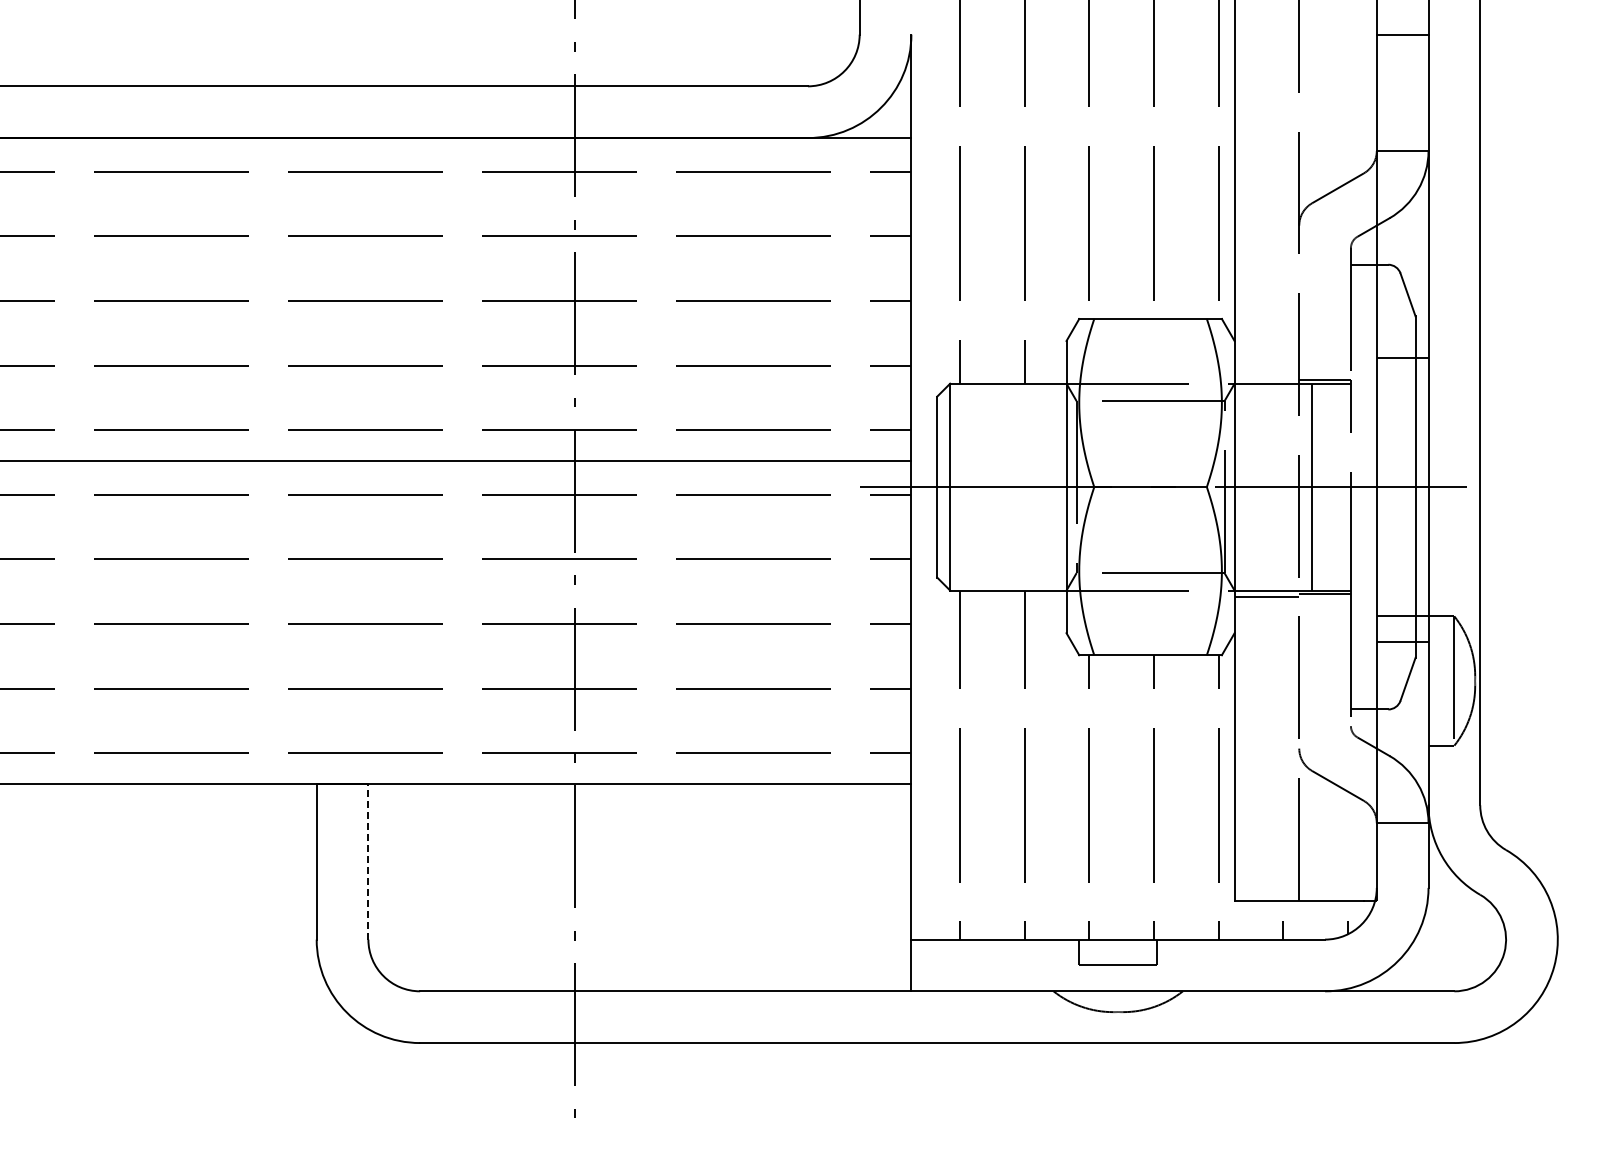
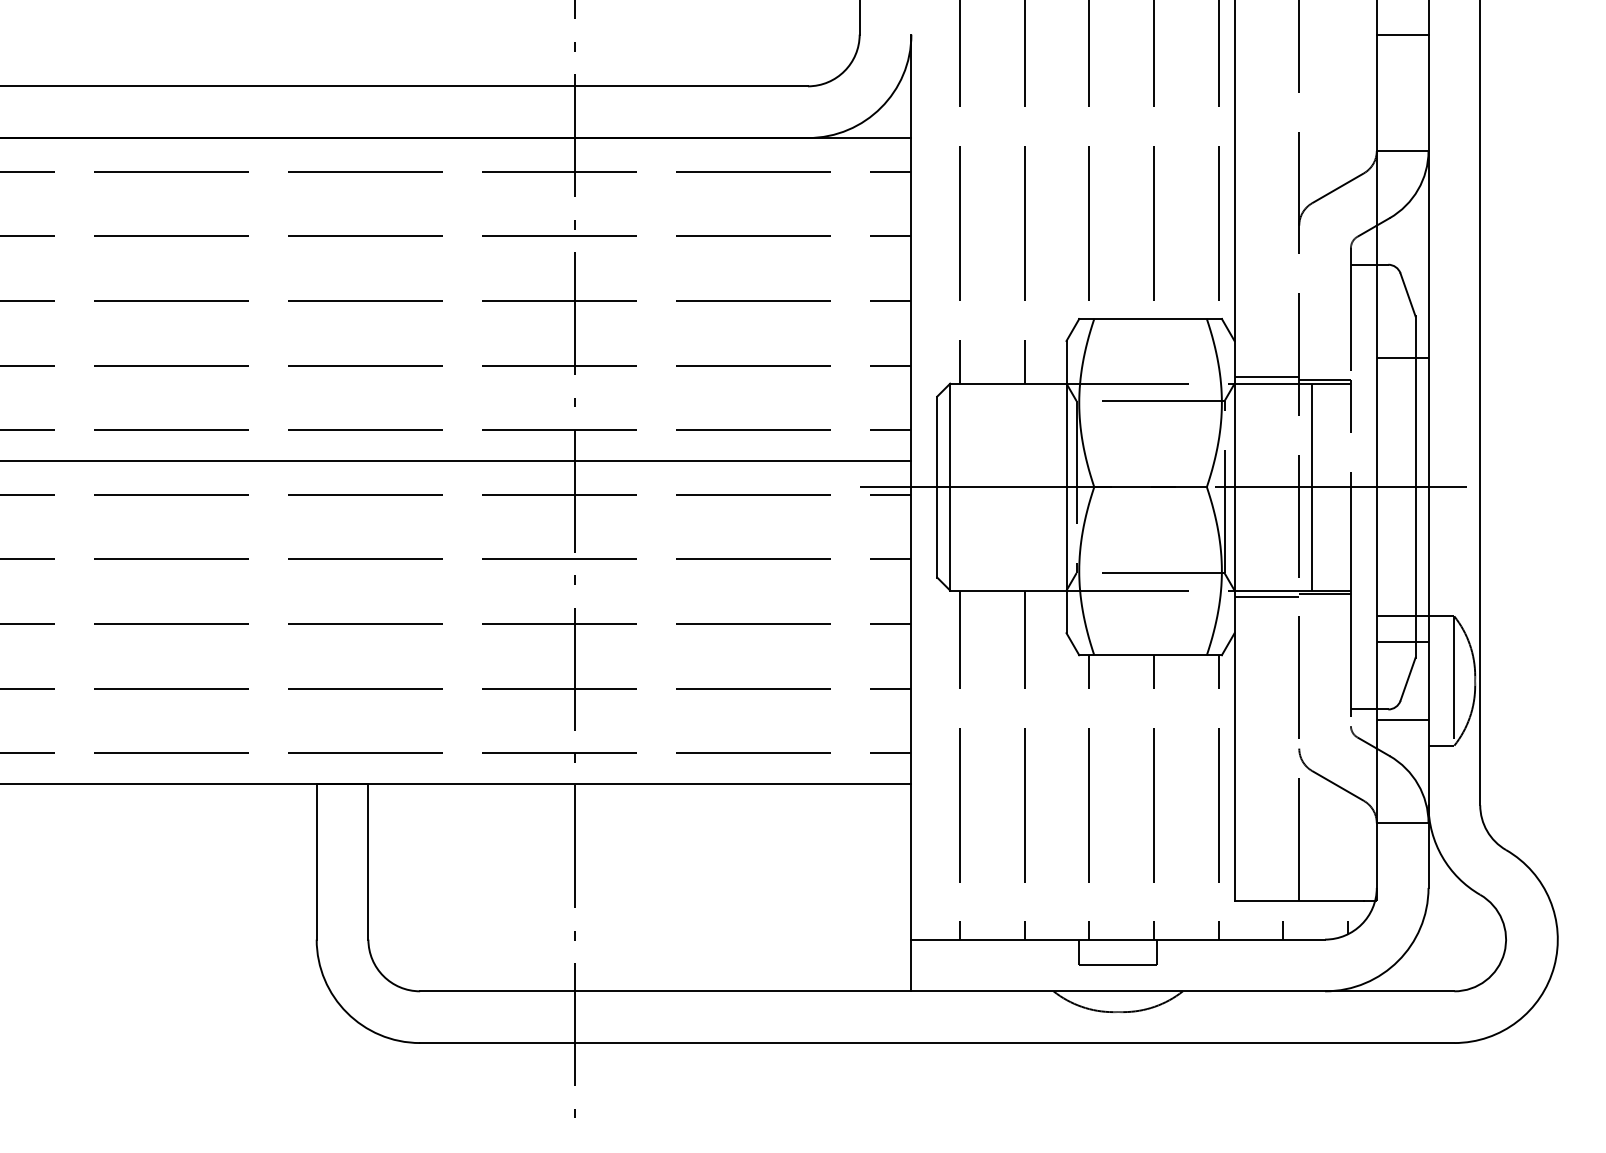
line at (1266, 377): none -> present
line at (1402, 719): none -> present
line at (368, 862): dashed -> solid
